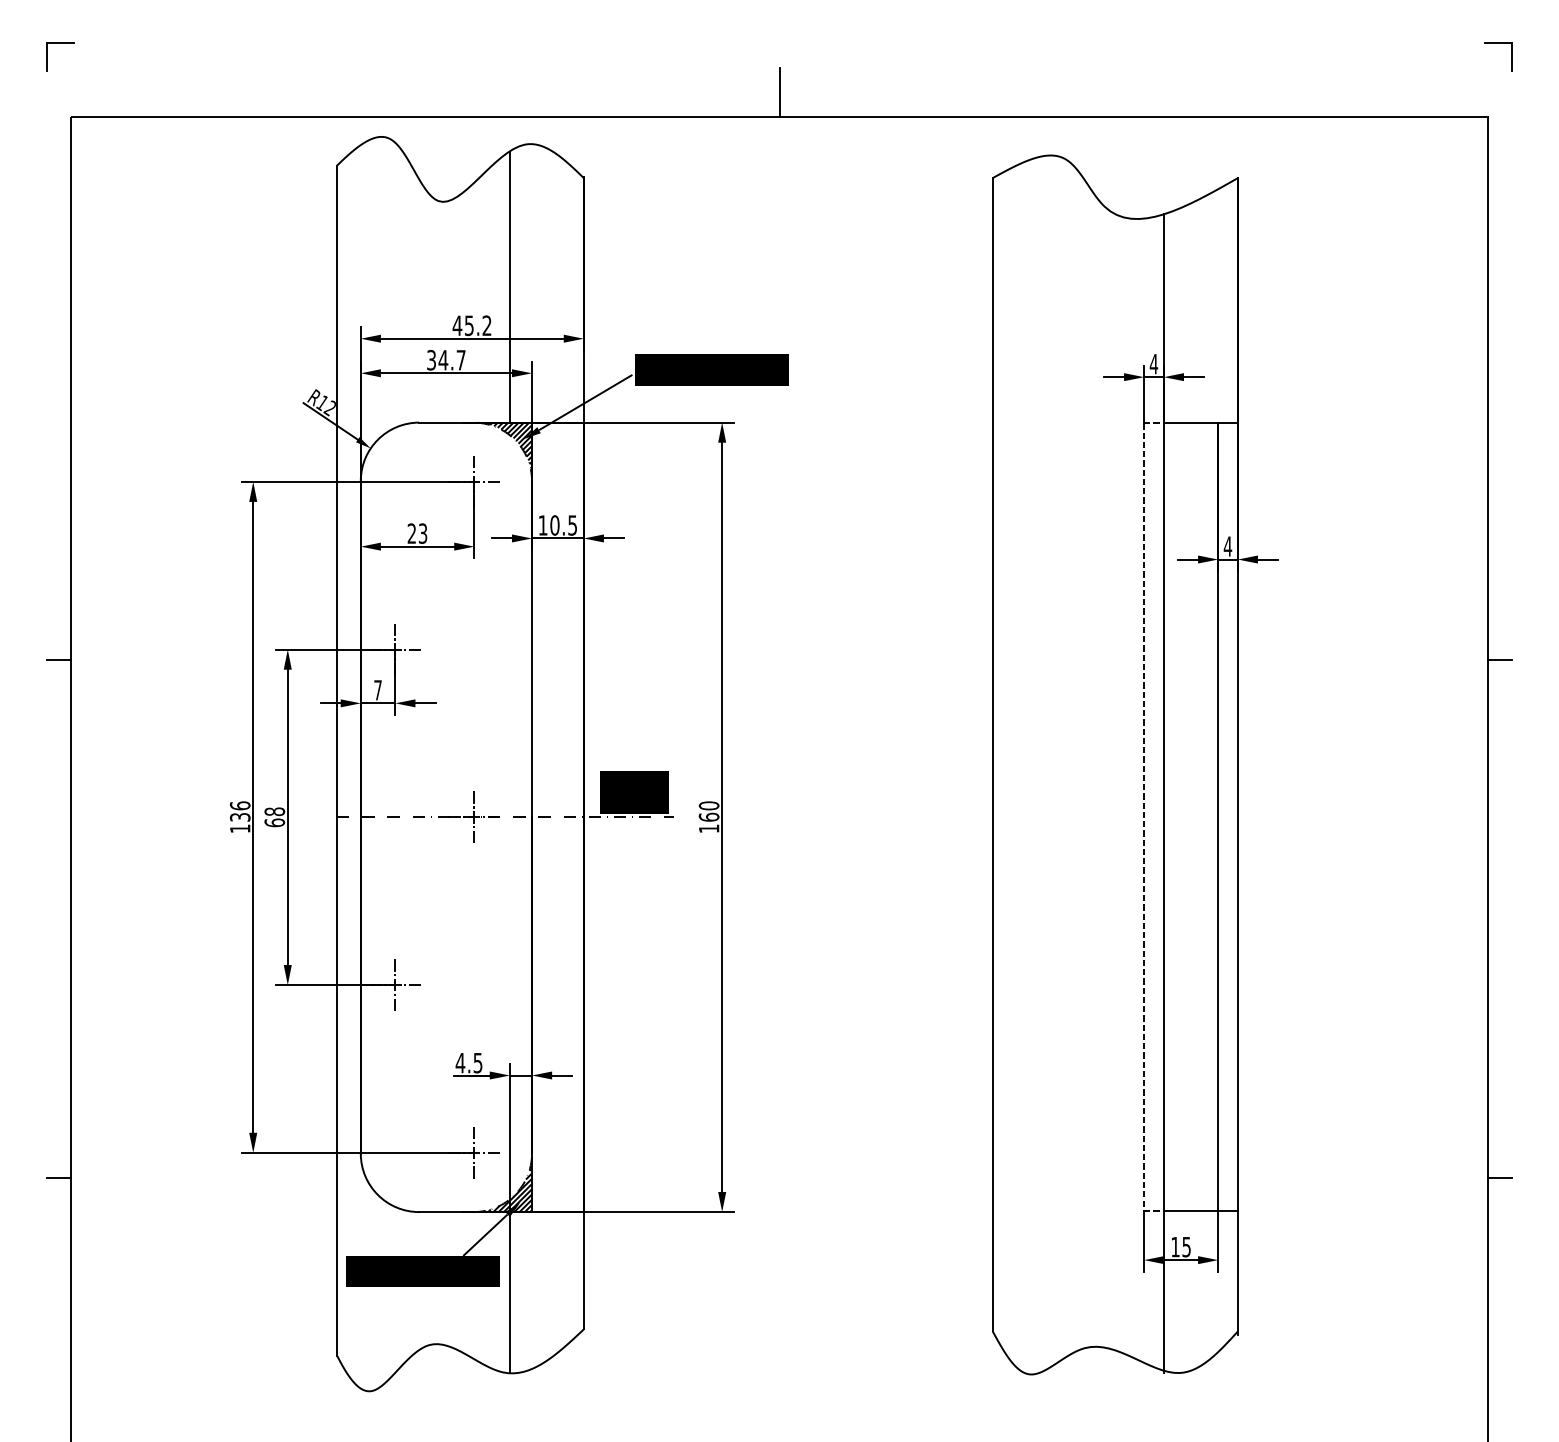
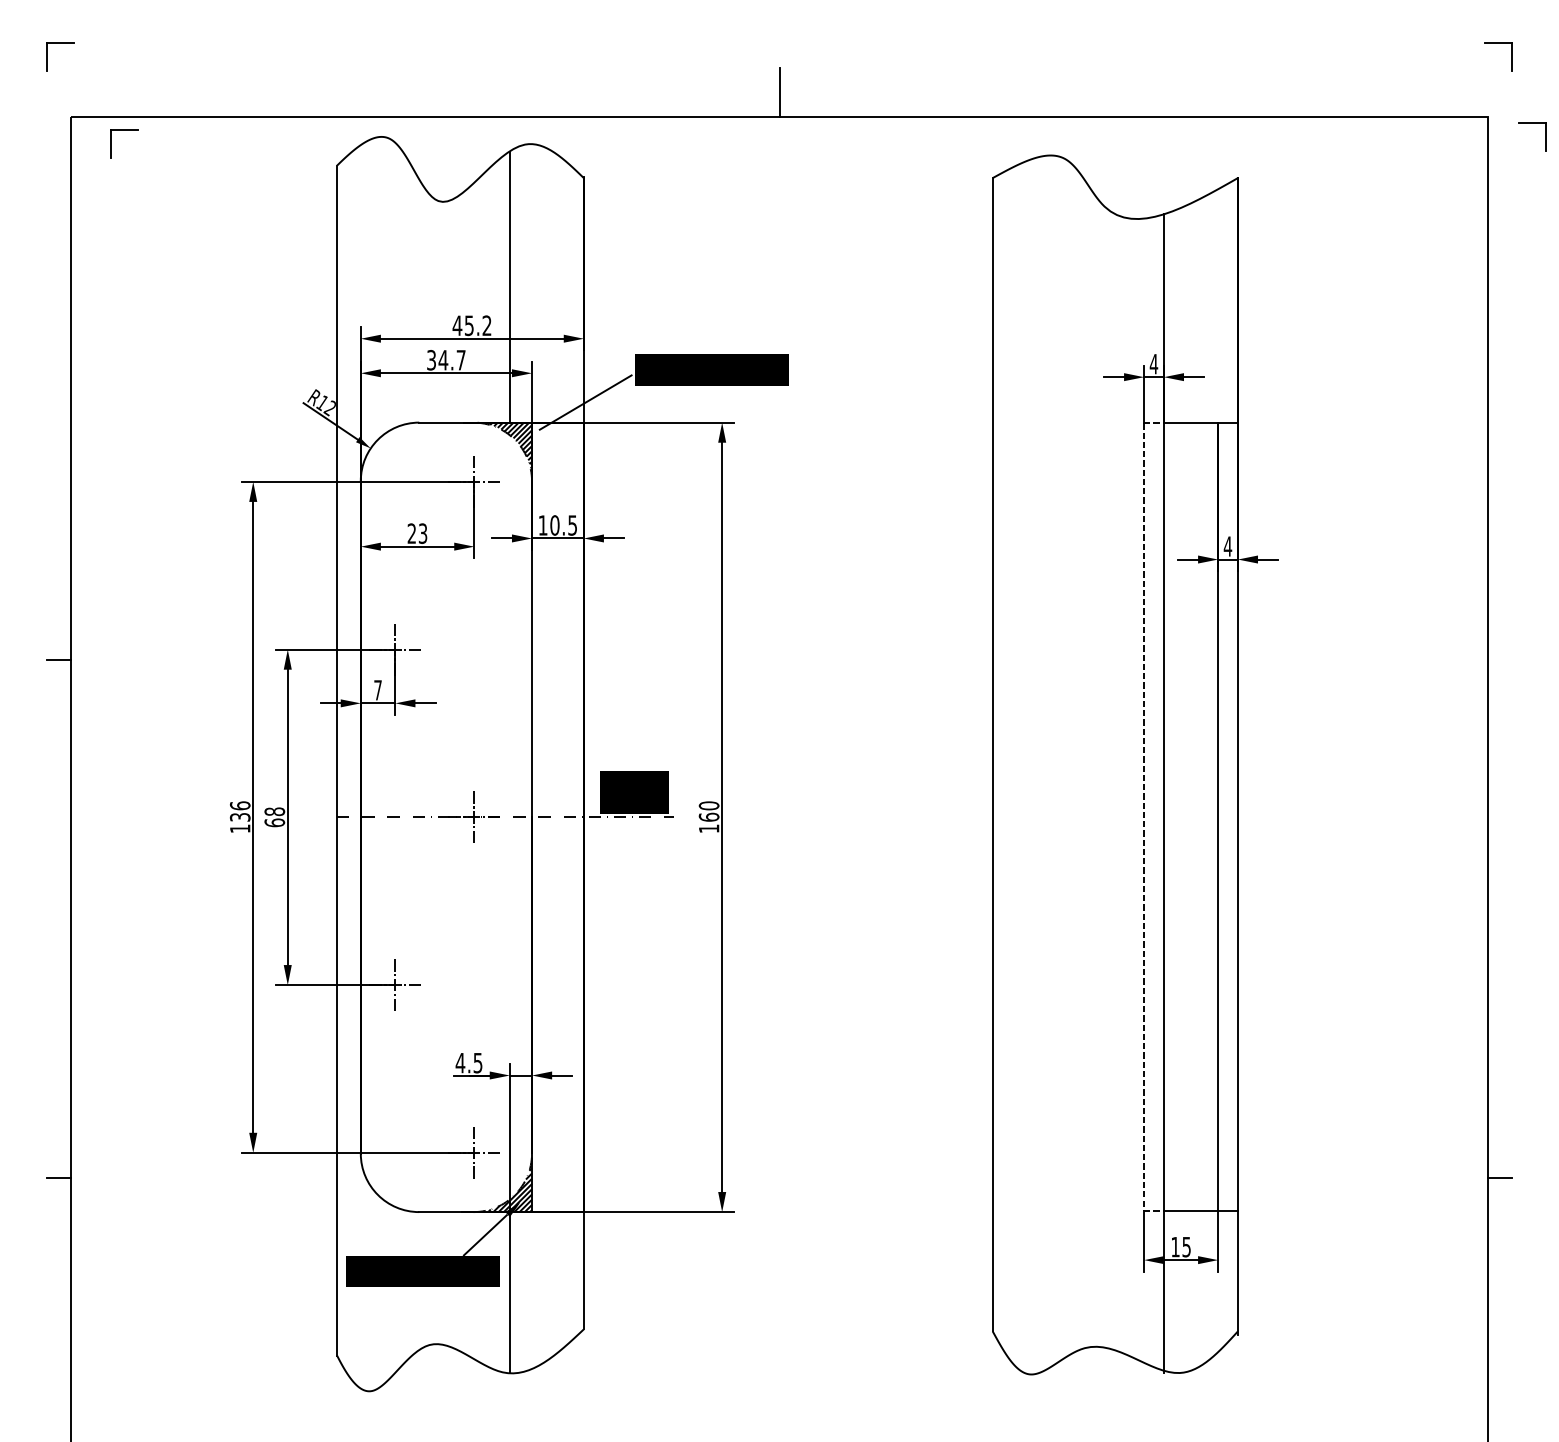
part at (1532, 123): none -> present
part at (124, 130): none -> present
fill at (532, 433): present -> none
line at (1499, 660): present -> none
